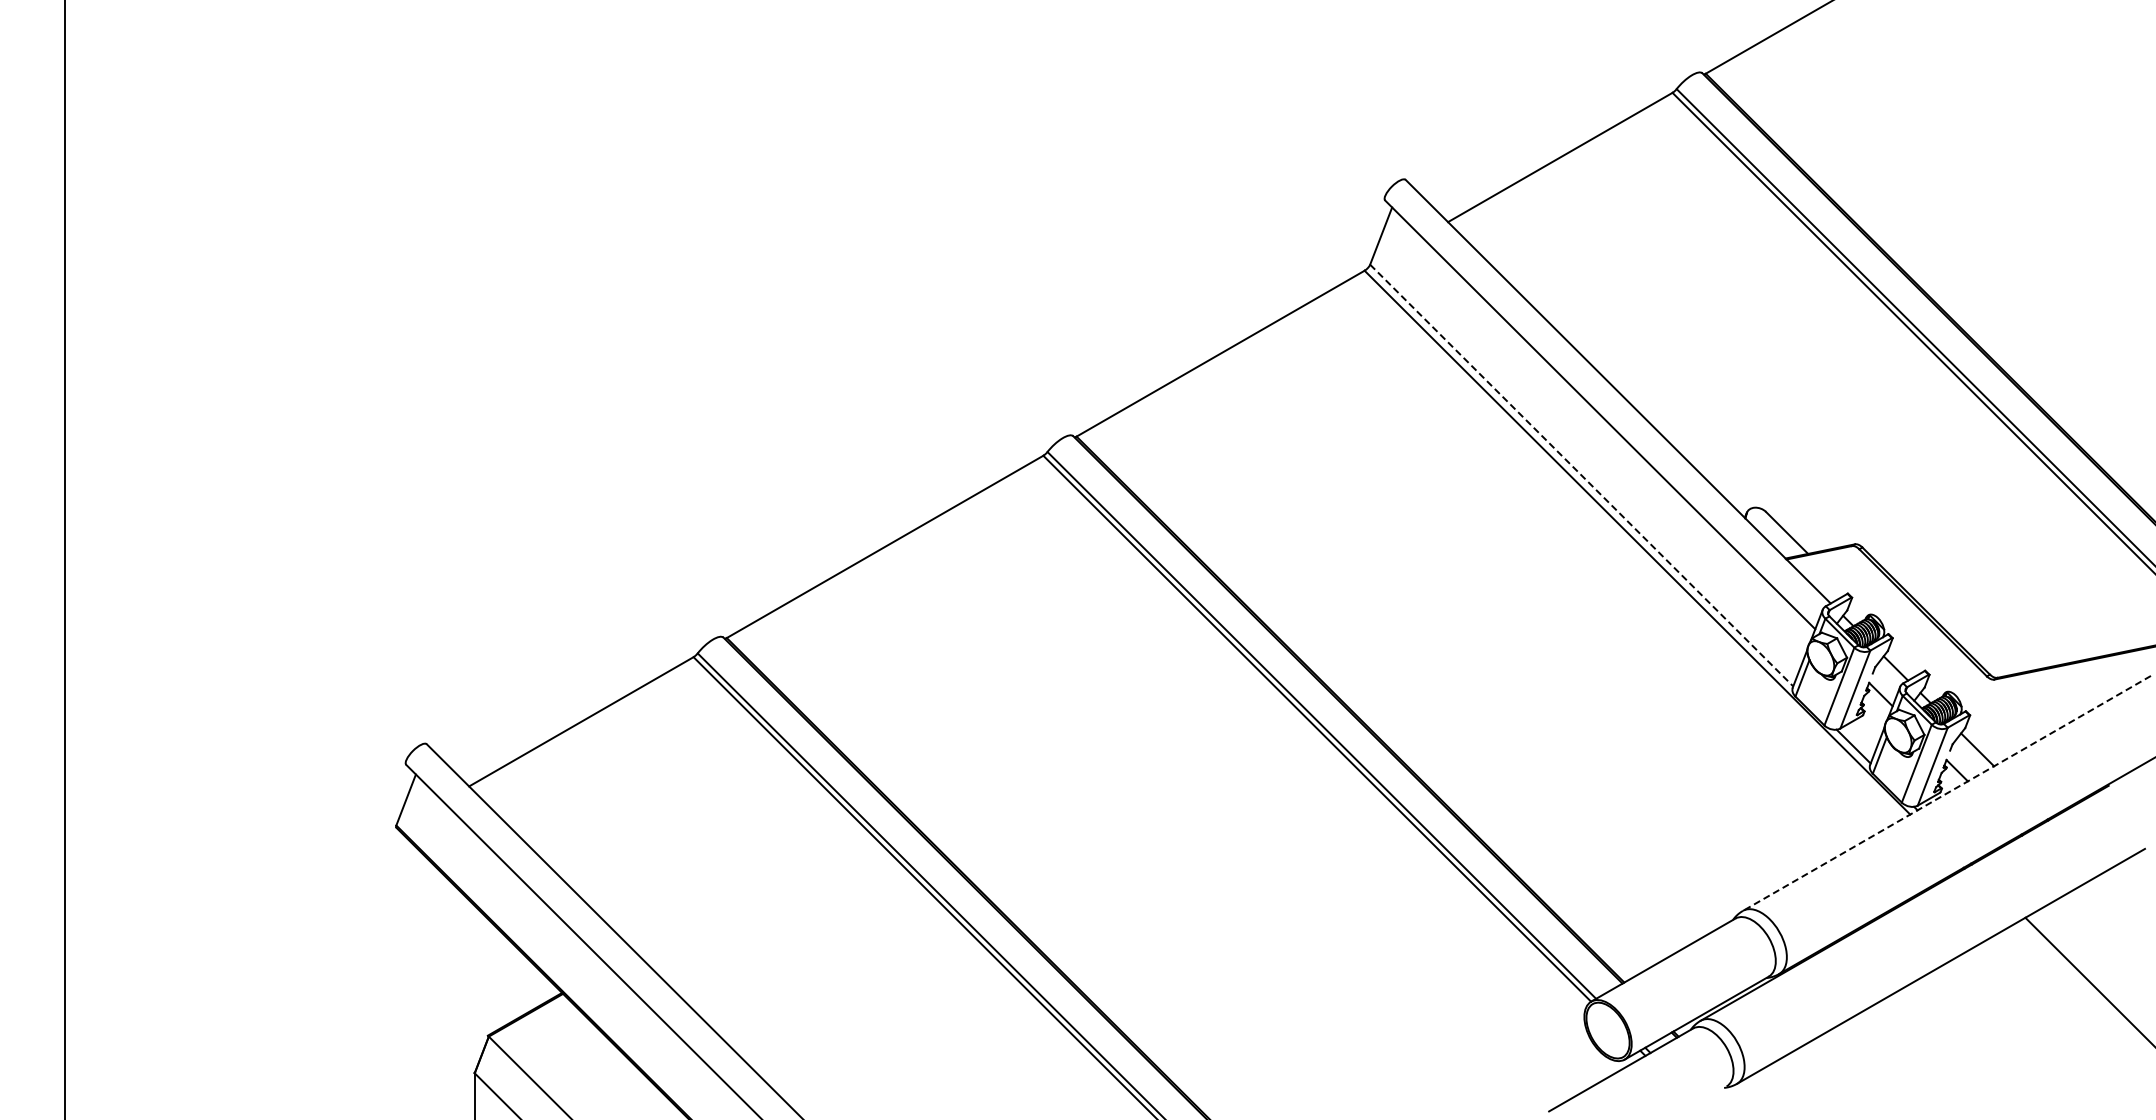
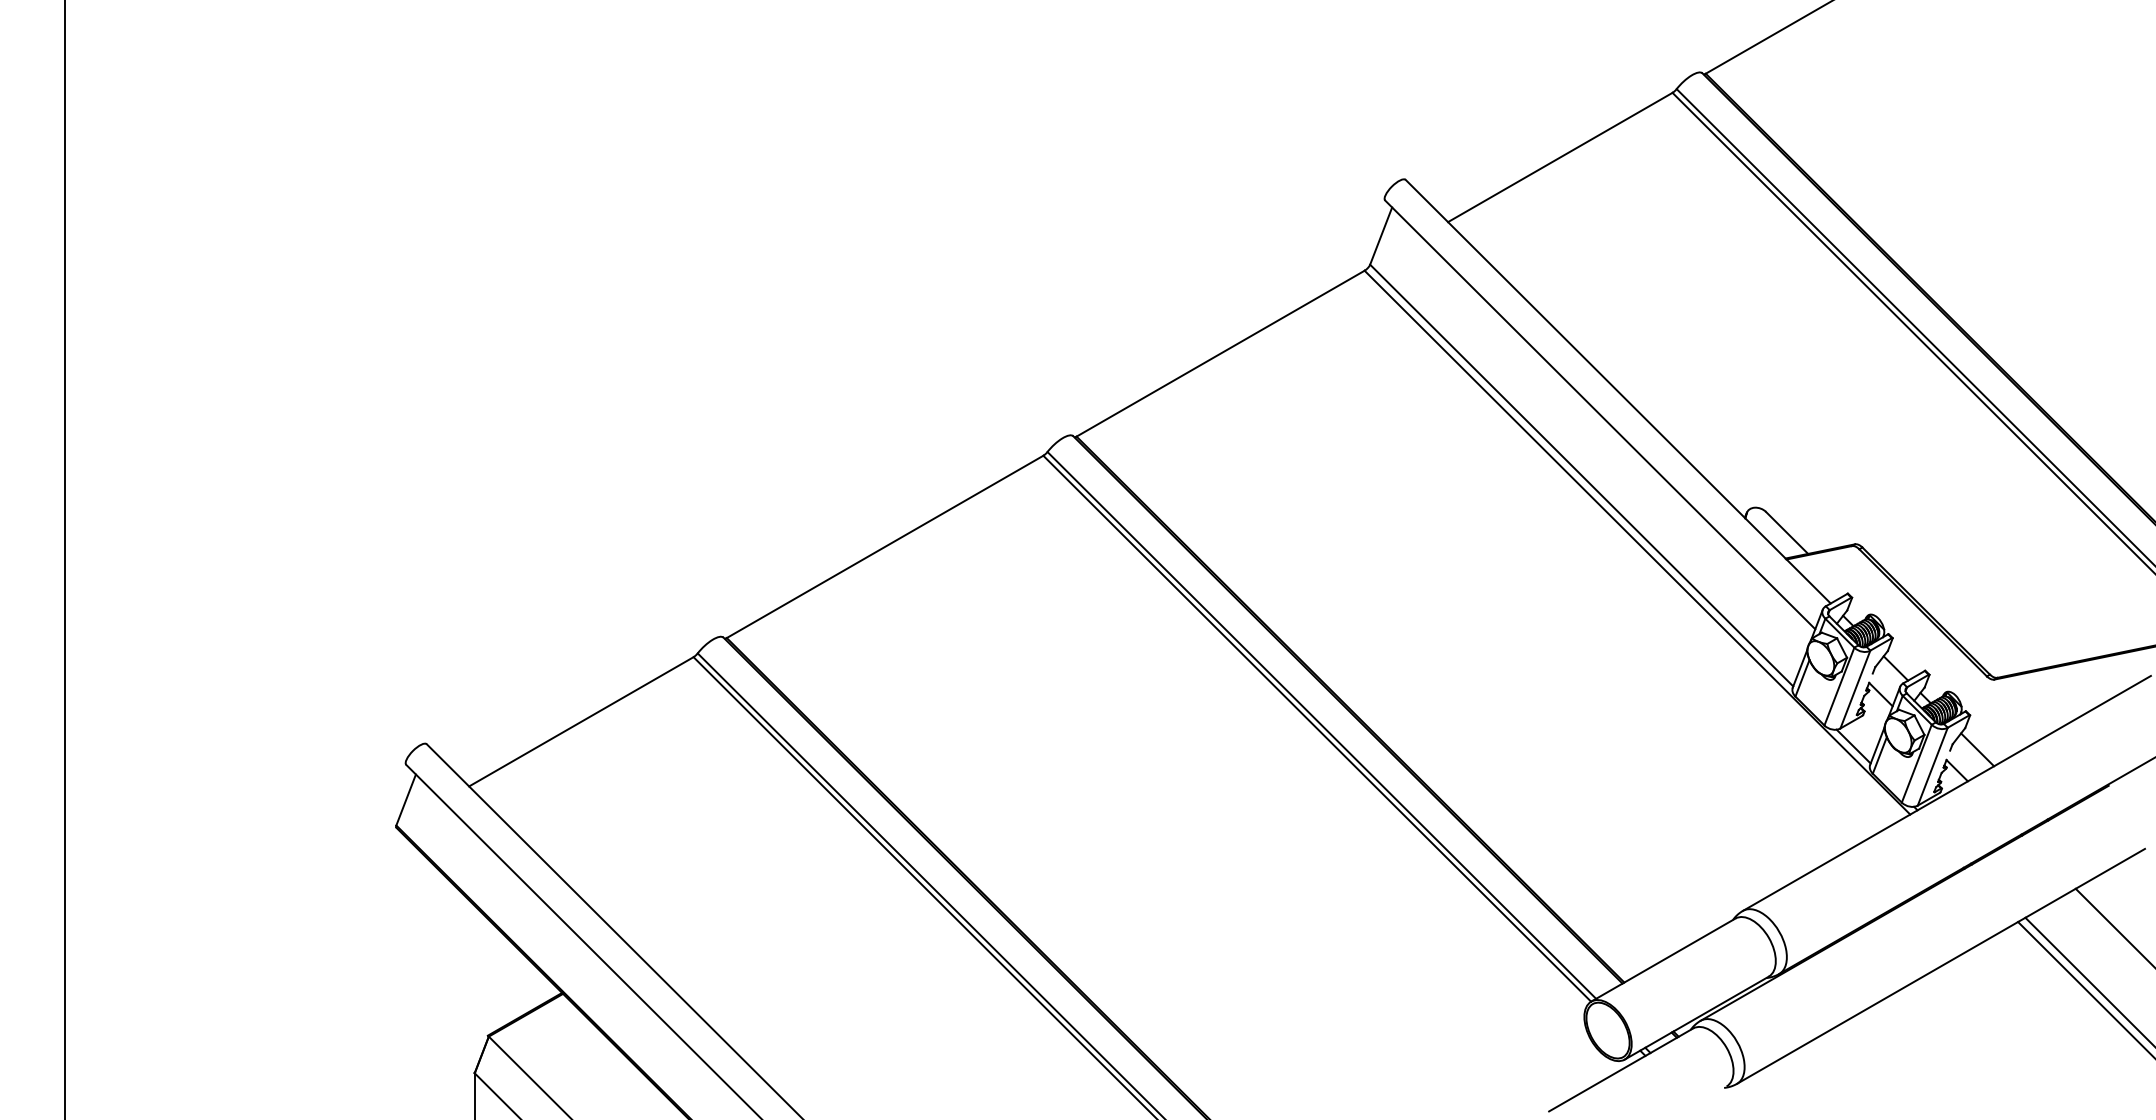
line at (1581, 475): dashed -> solid
line at (1946, 793): dashed -> solid
line at (2113, 926): none -> present
line at (2085, 988): none -> present
